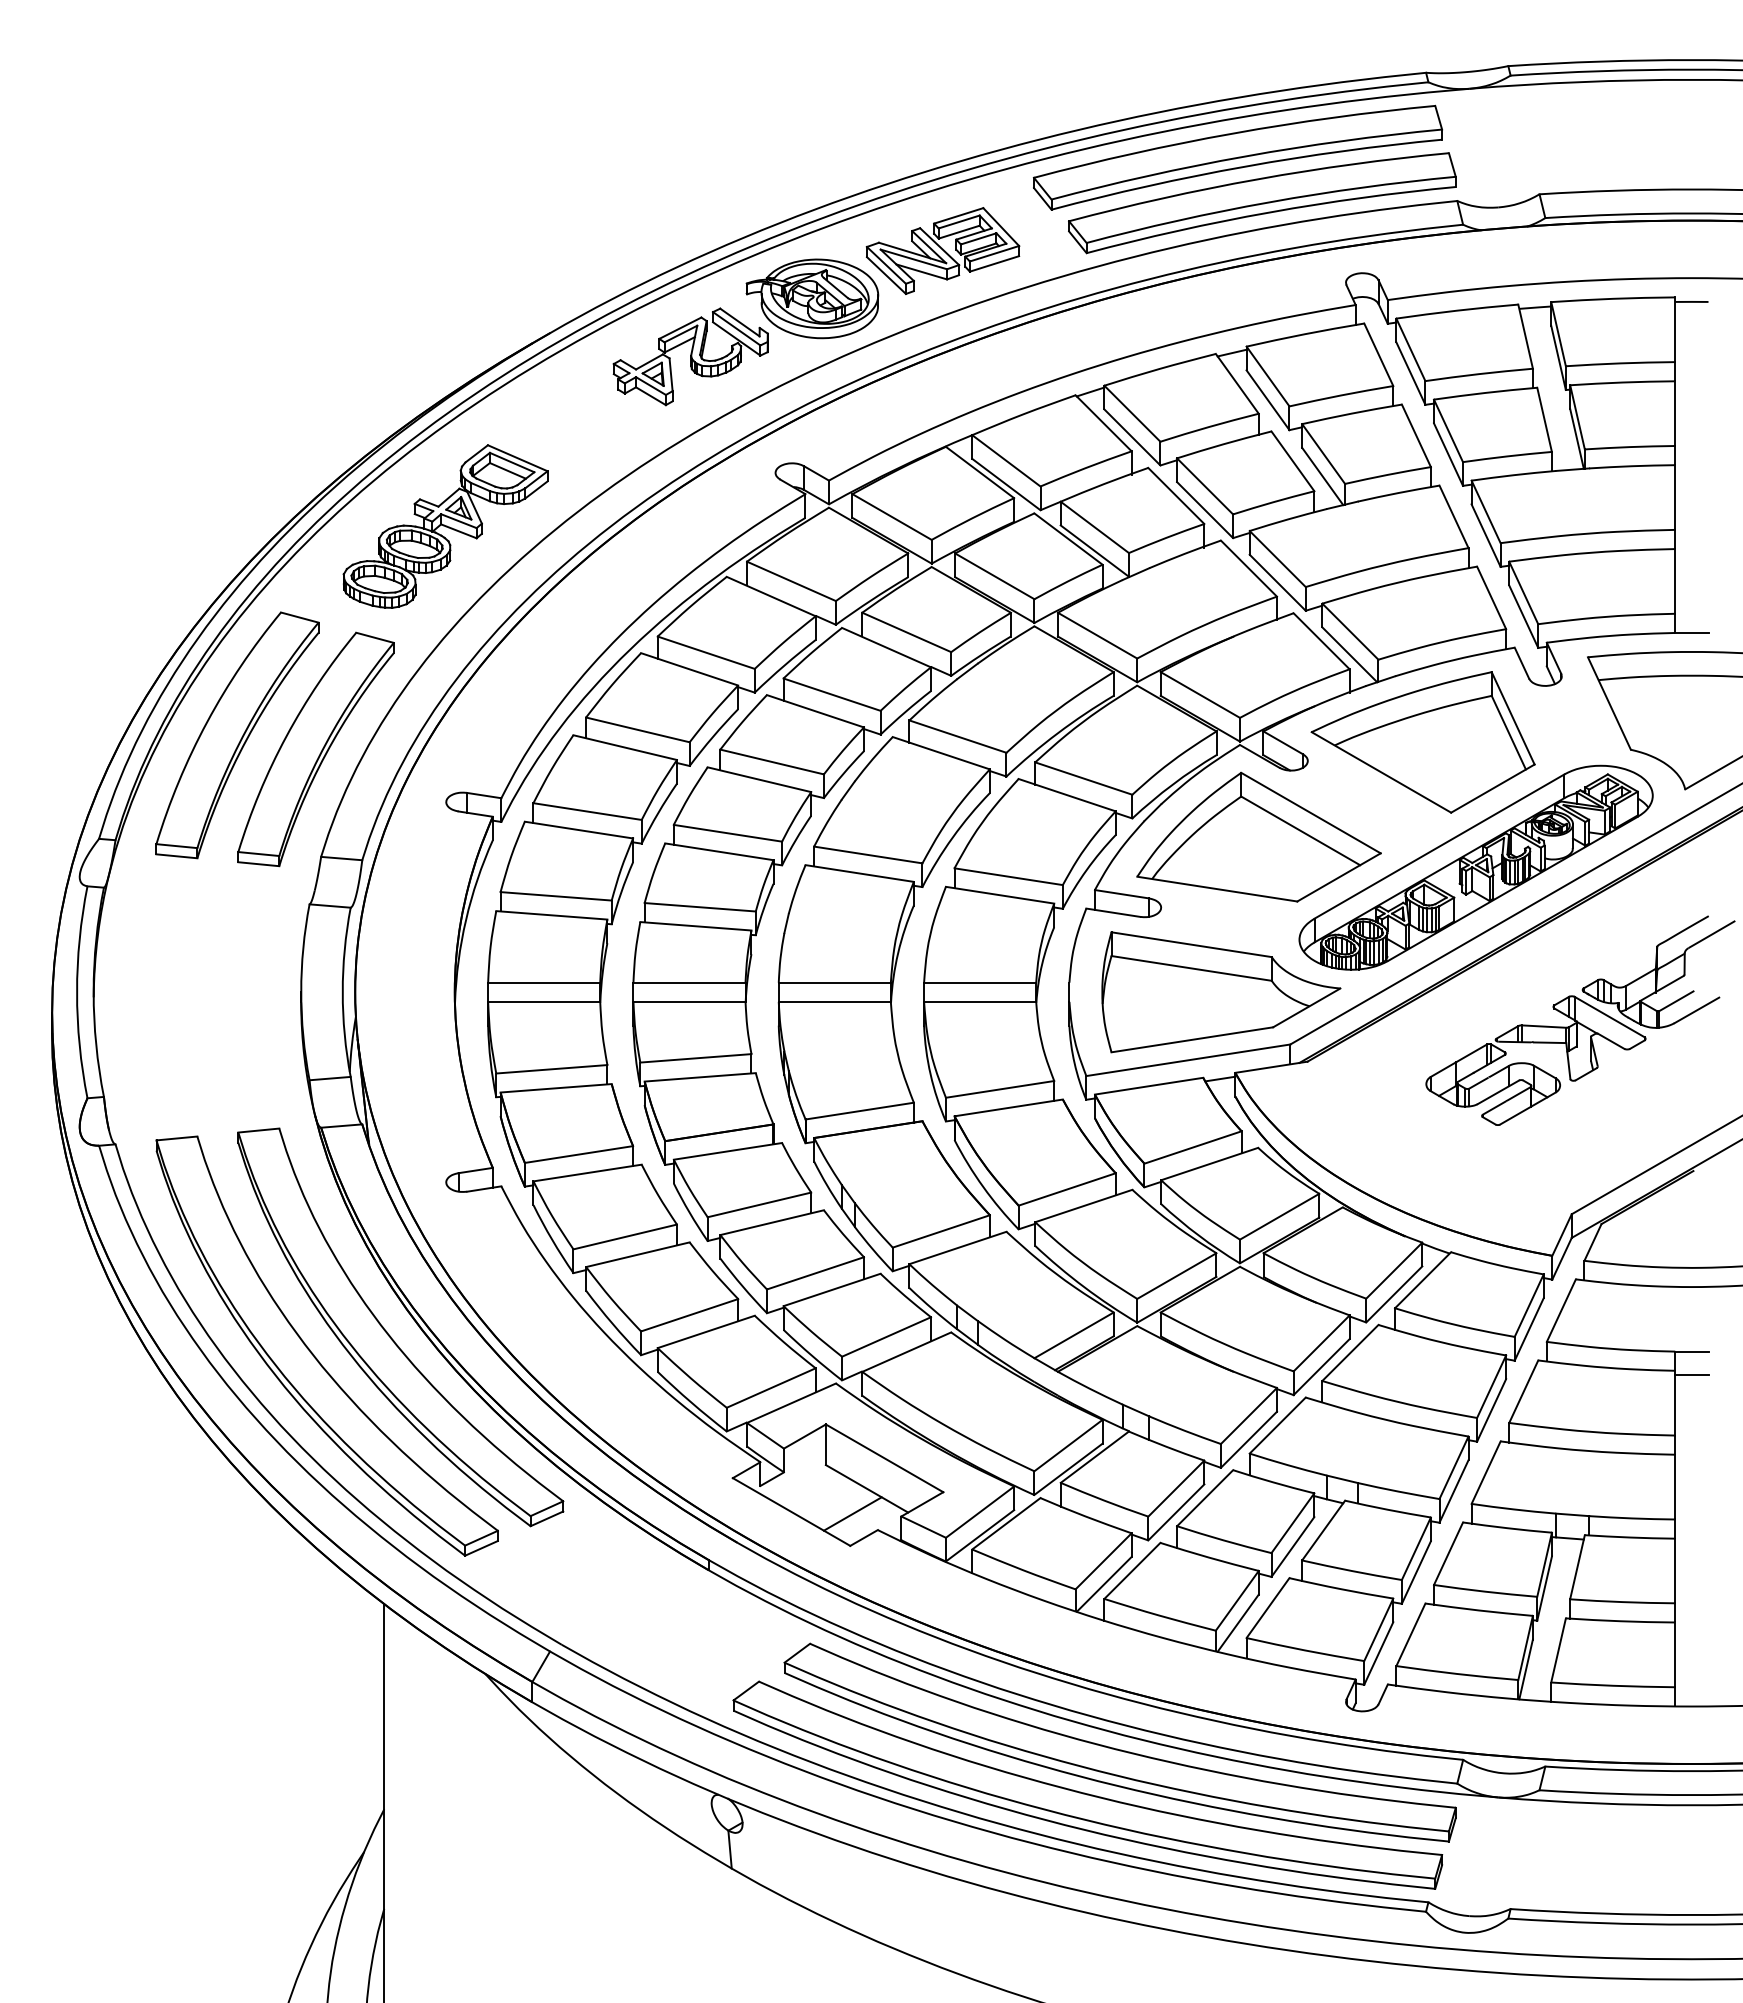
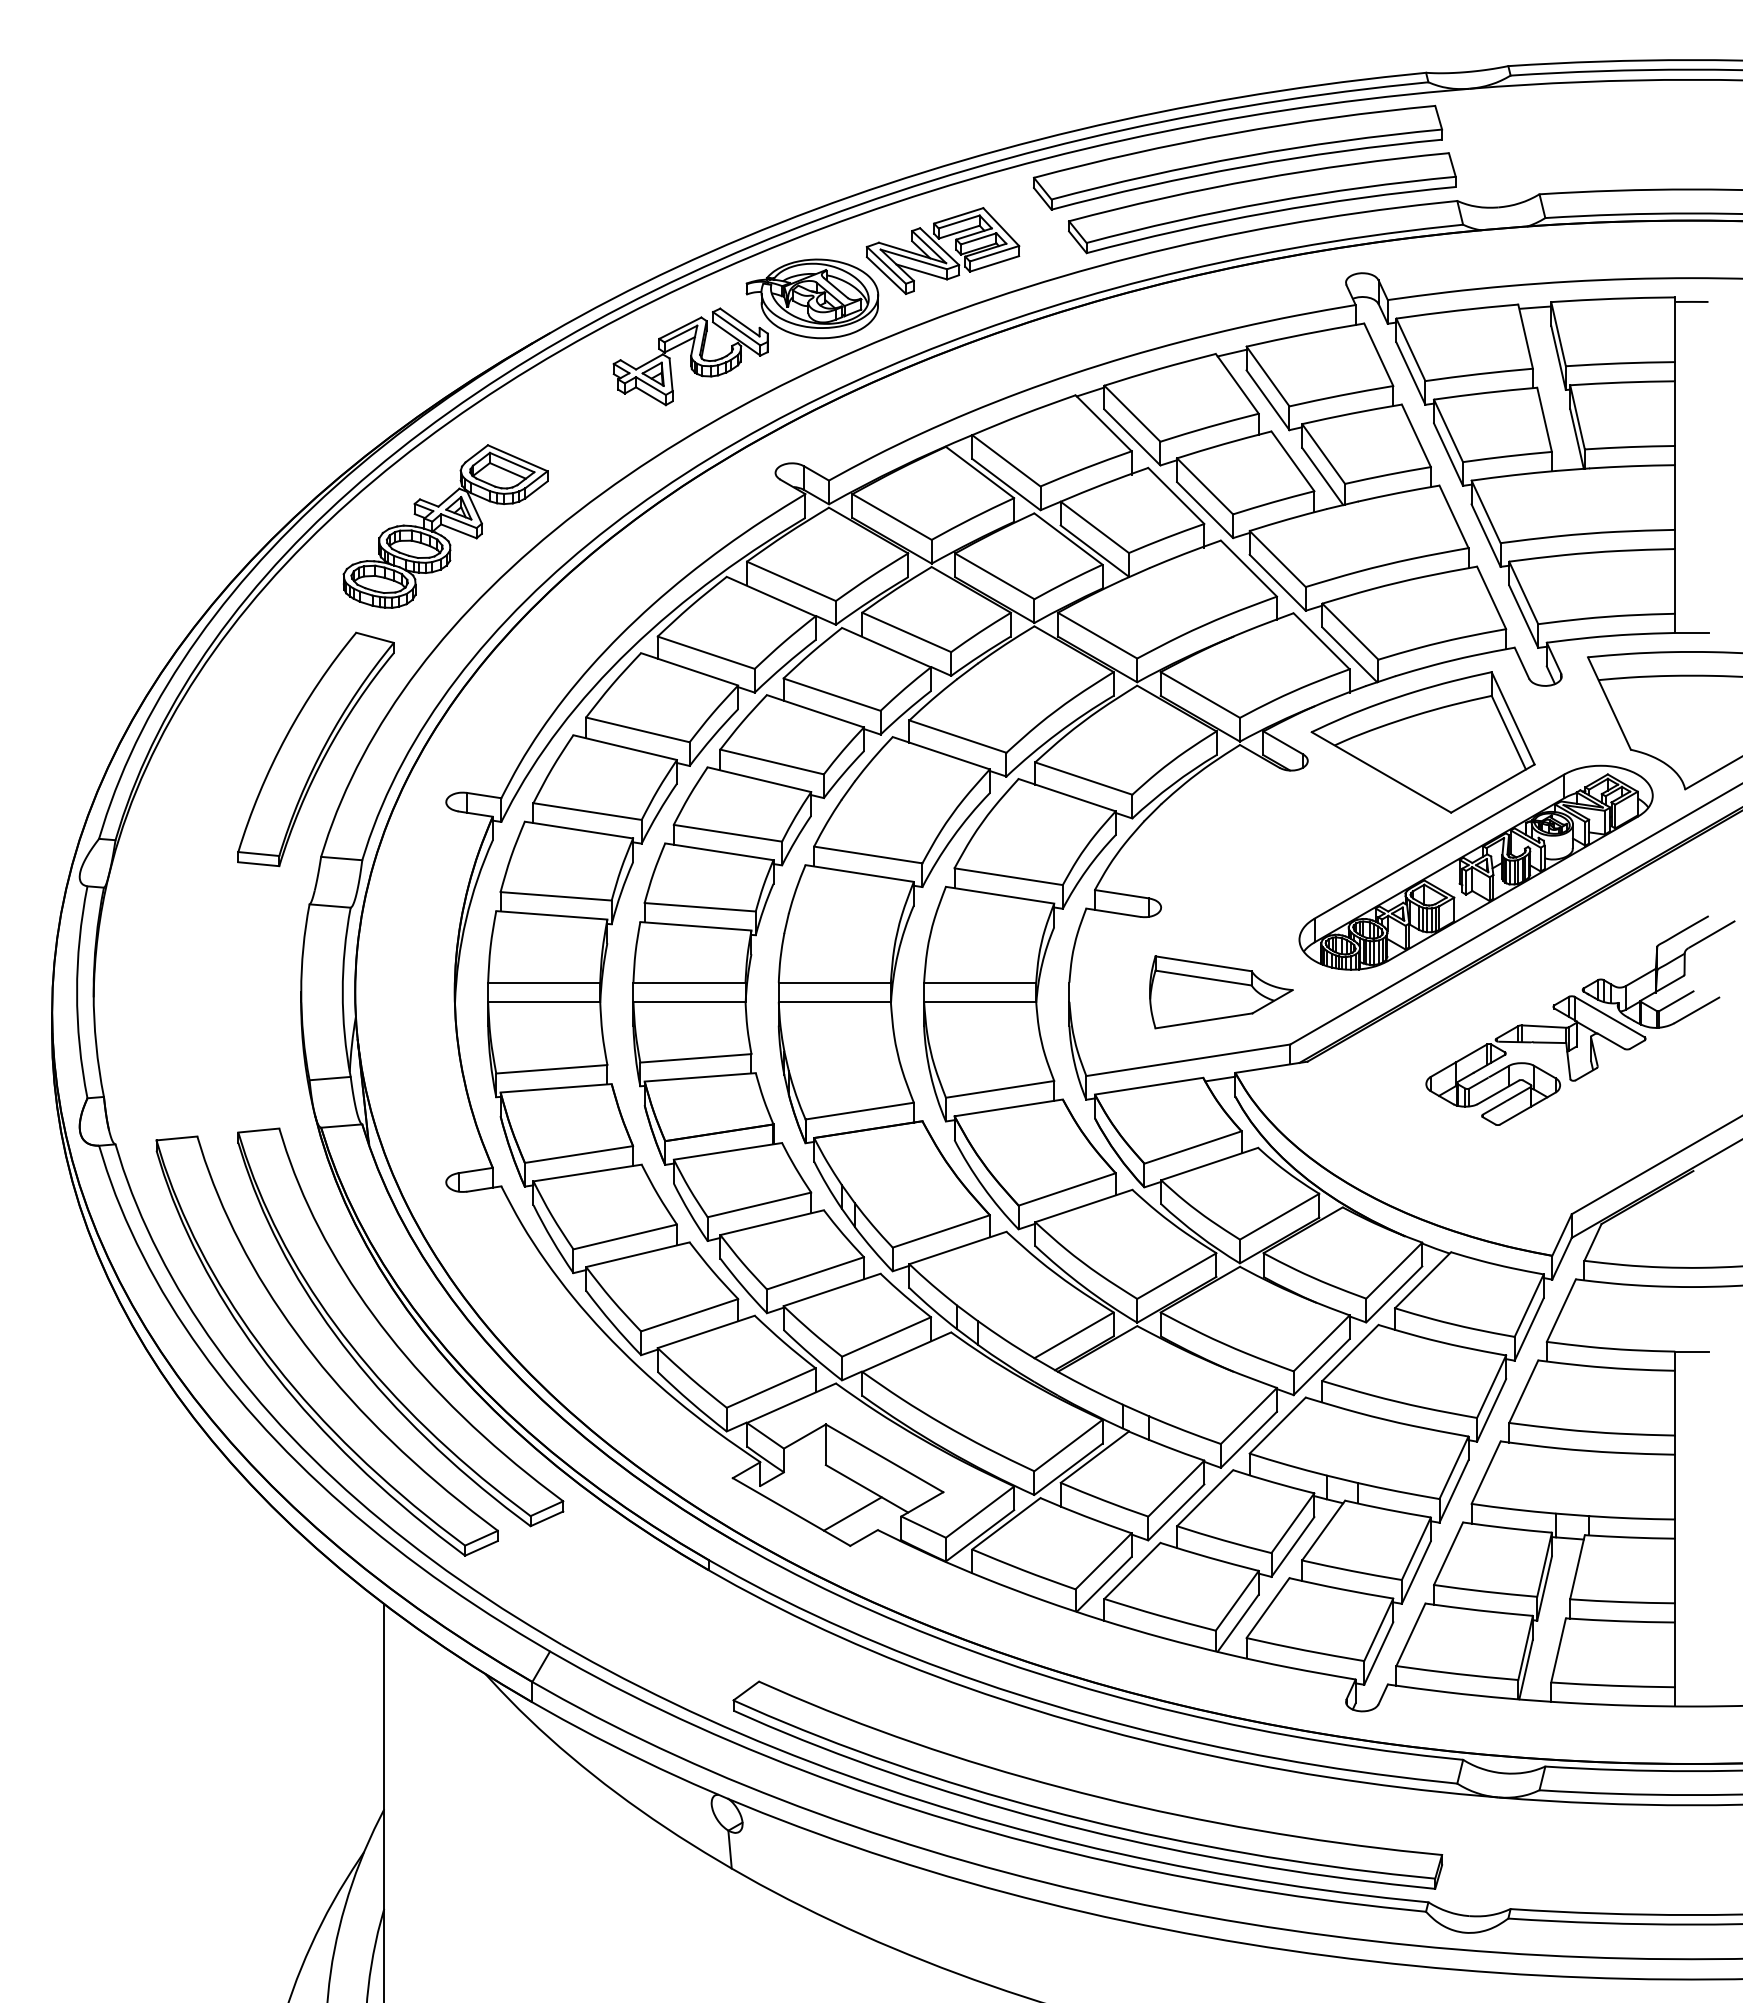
part at (237, 735): present -> none
part at (1258, 836): present -> none
part at (1221, 992) size: 241x123 px -> 145x75 px
line at (1691, 1375): present -> none
part at (1117, 1748): present -> none
